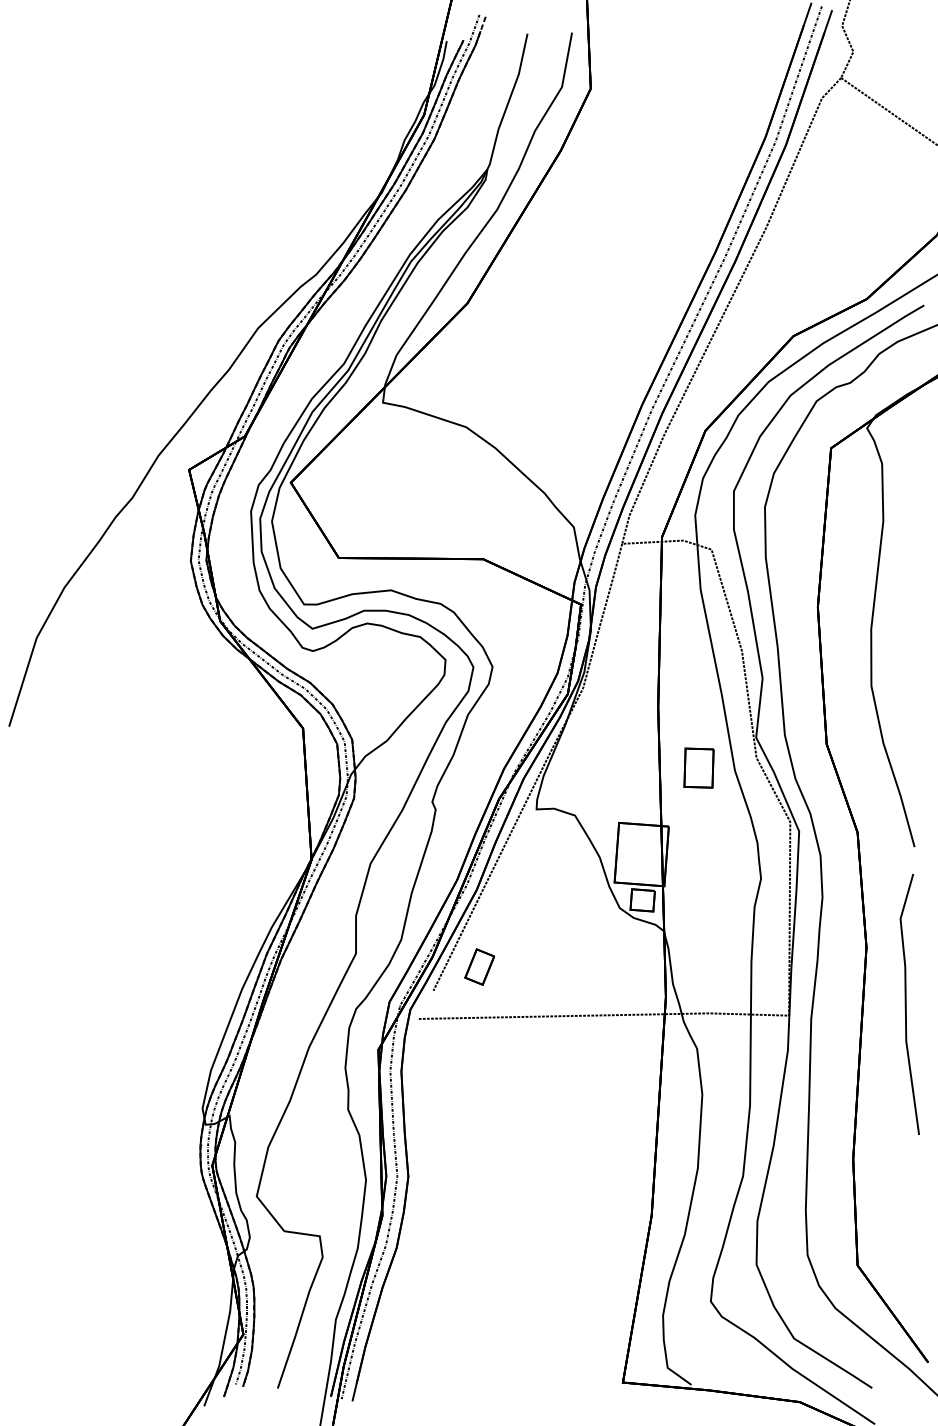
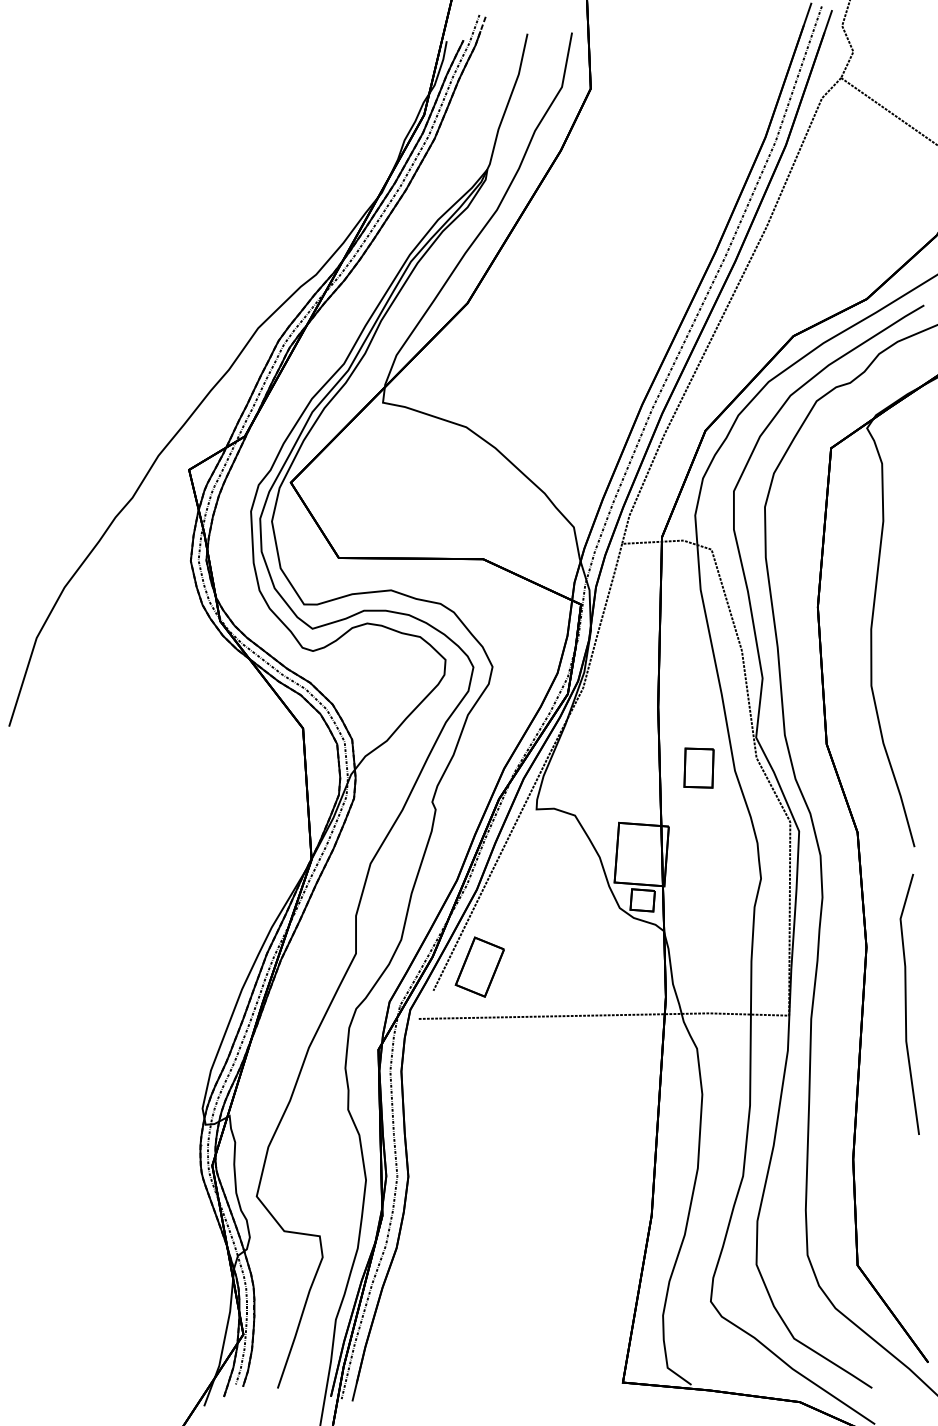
part at (479, 966) size: 31x38 px -> 51x62 px
